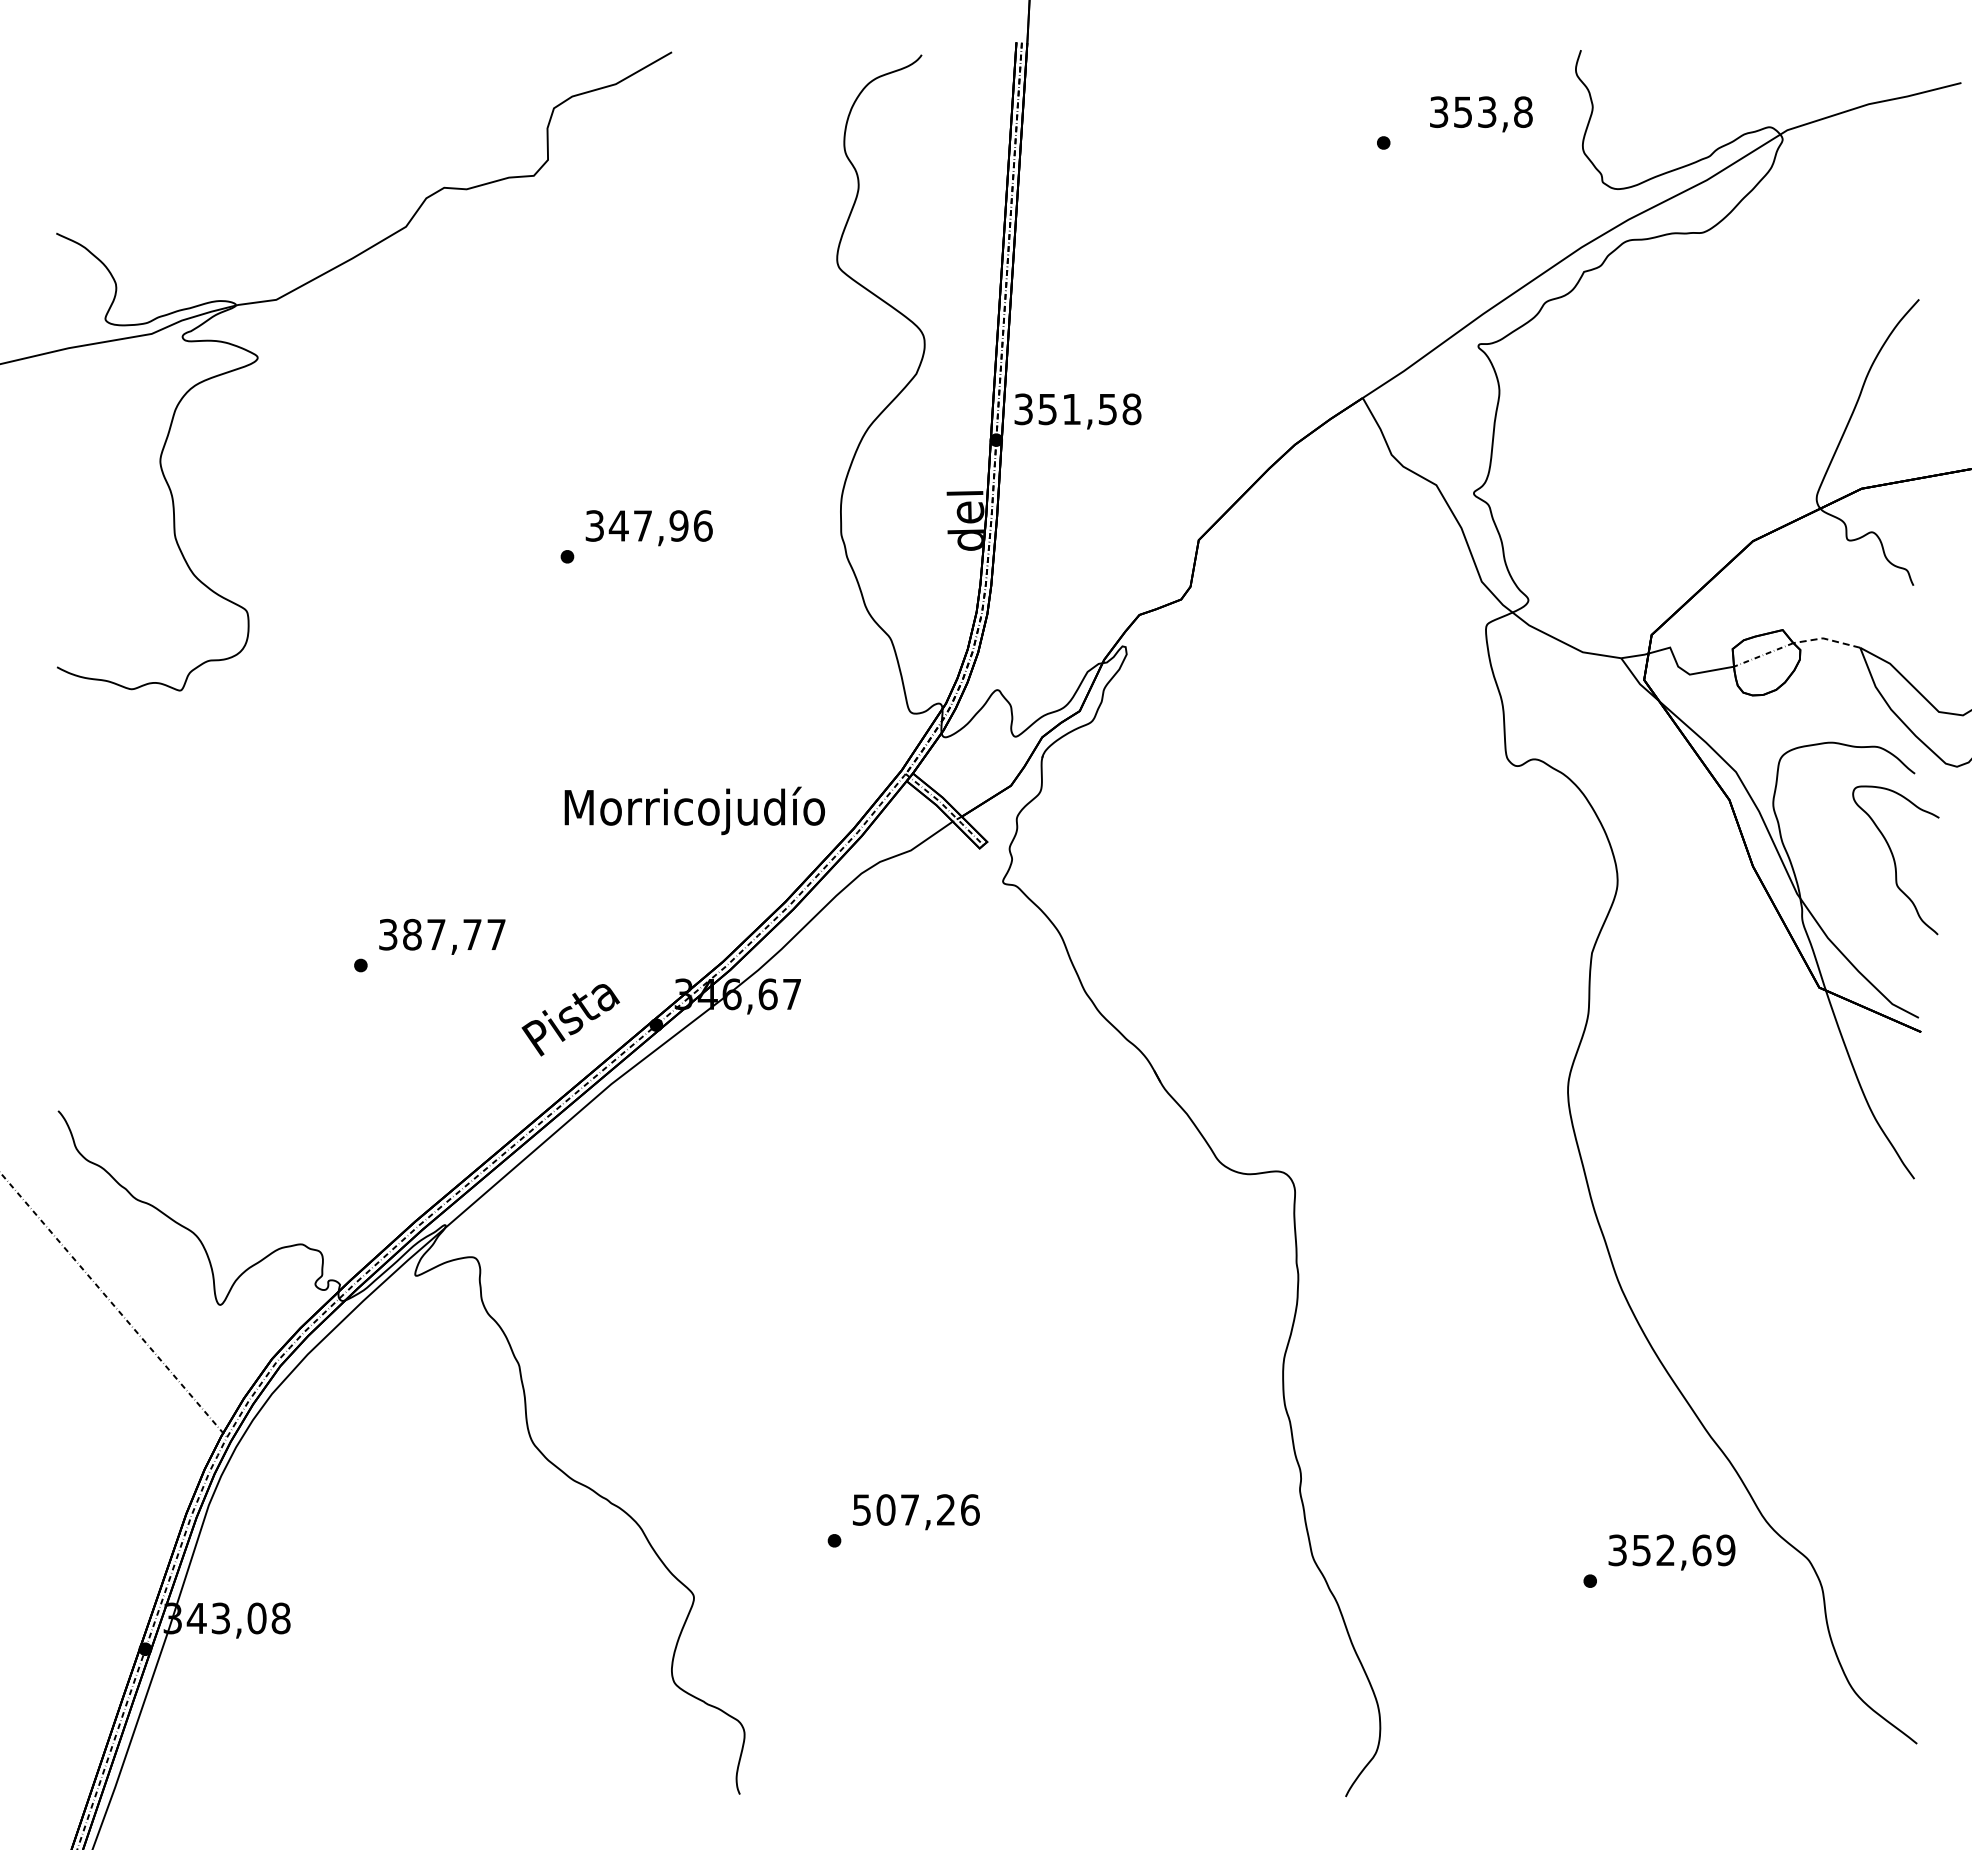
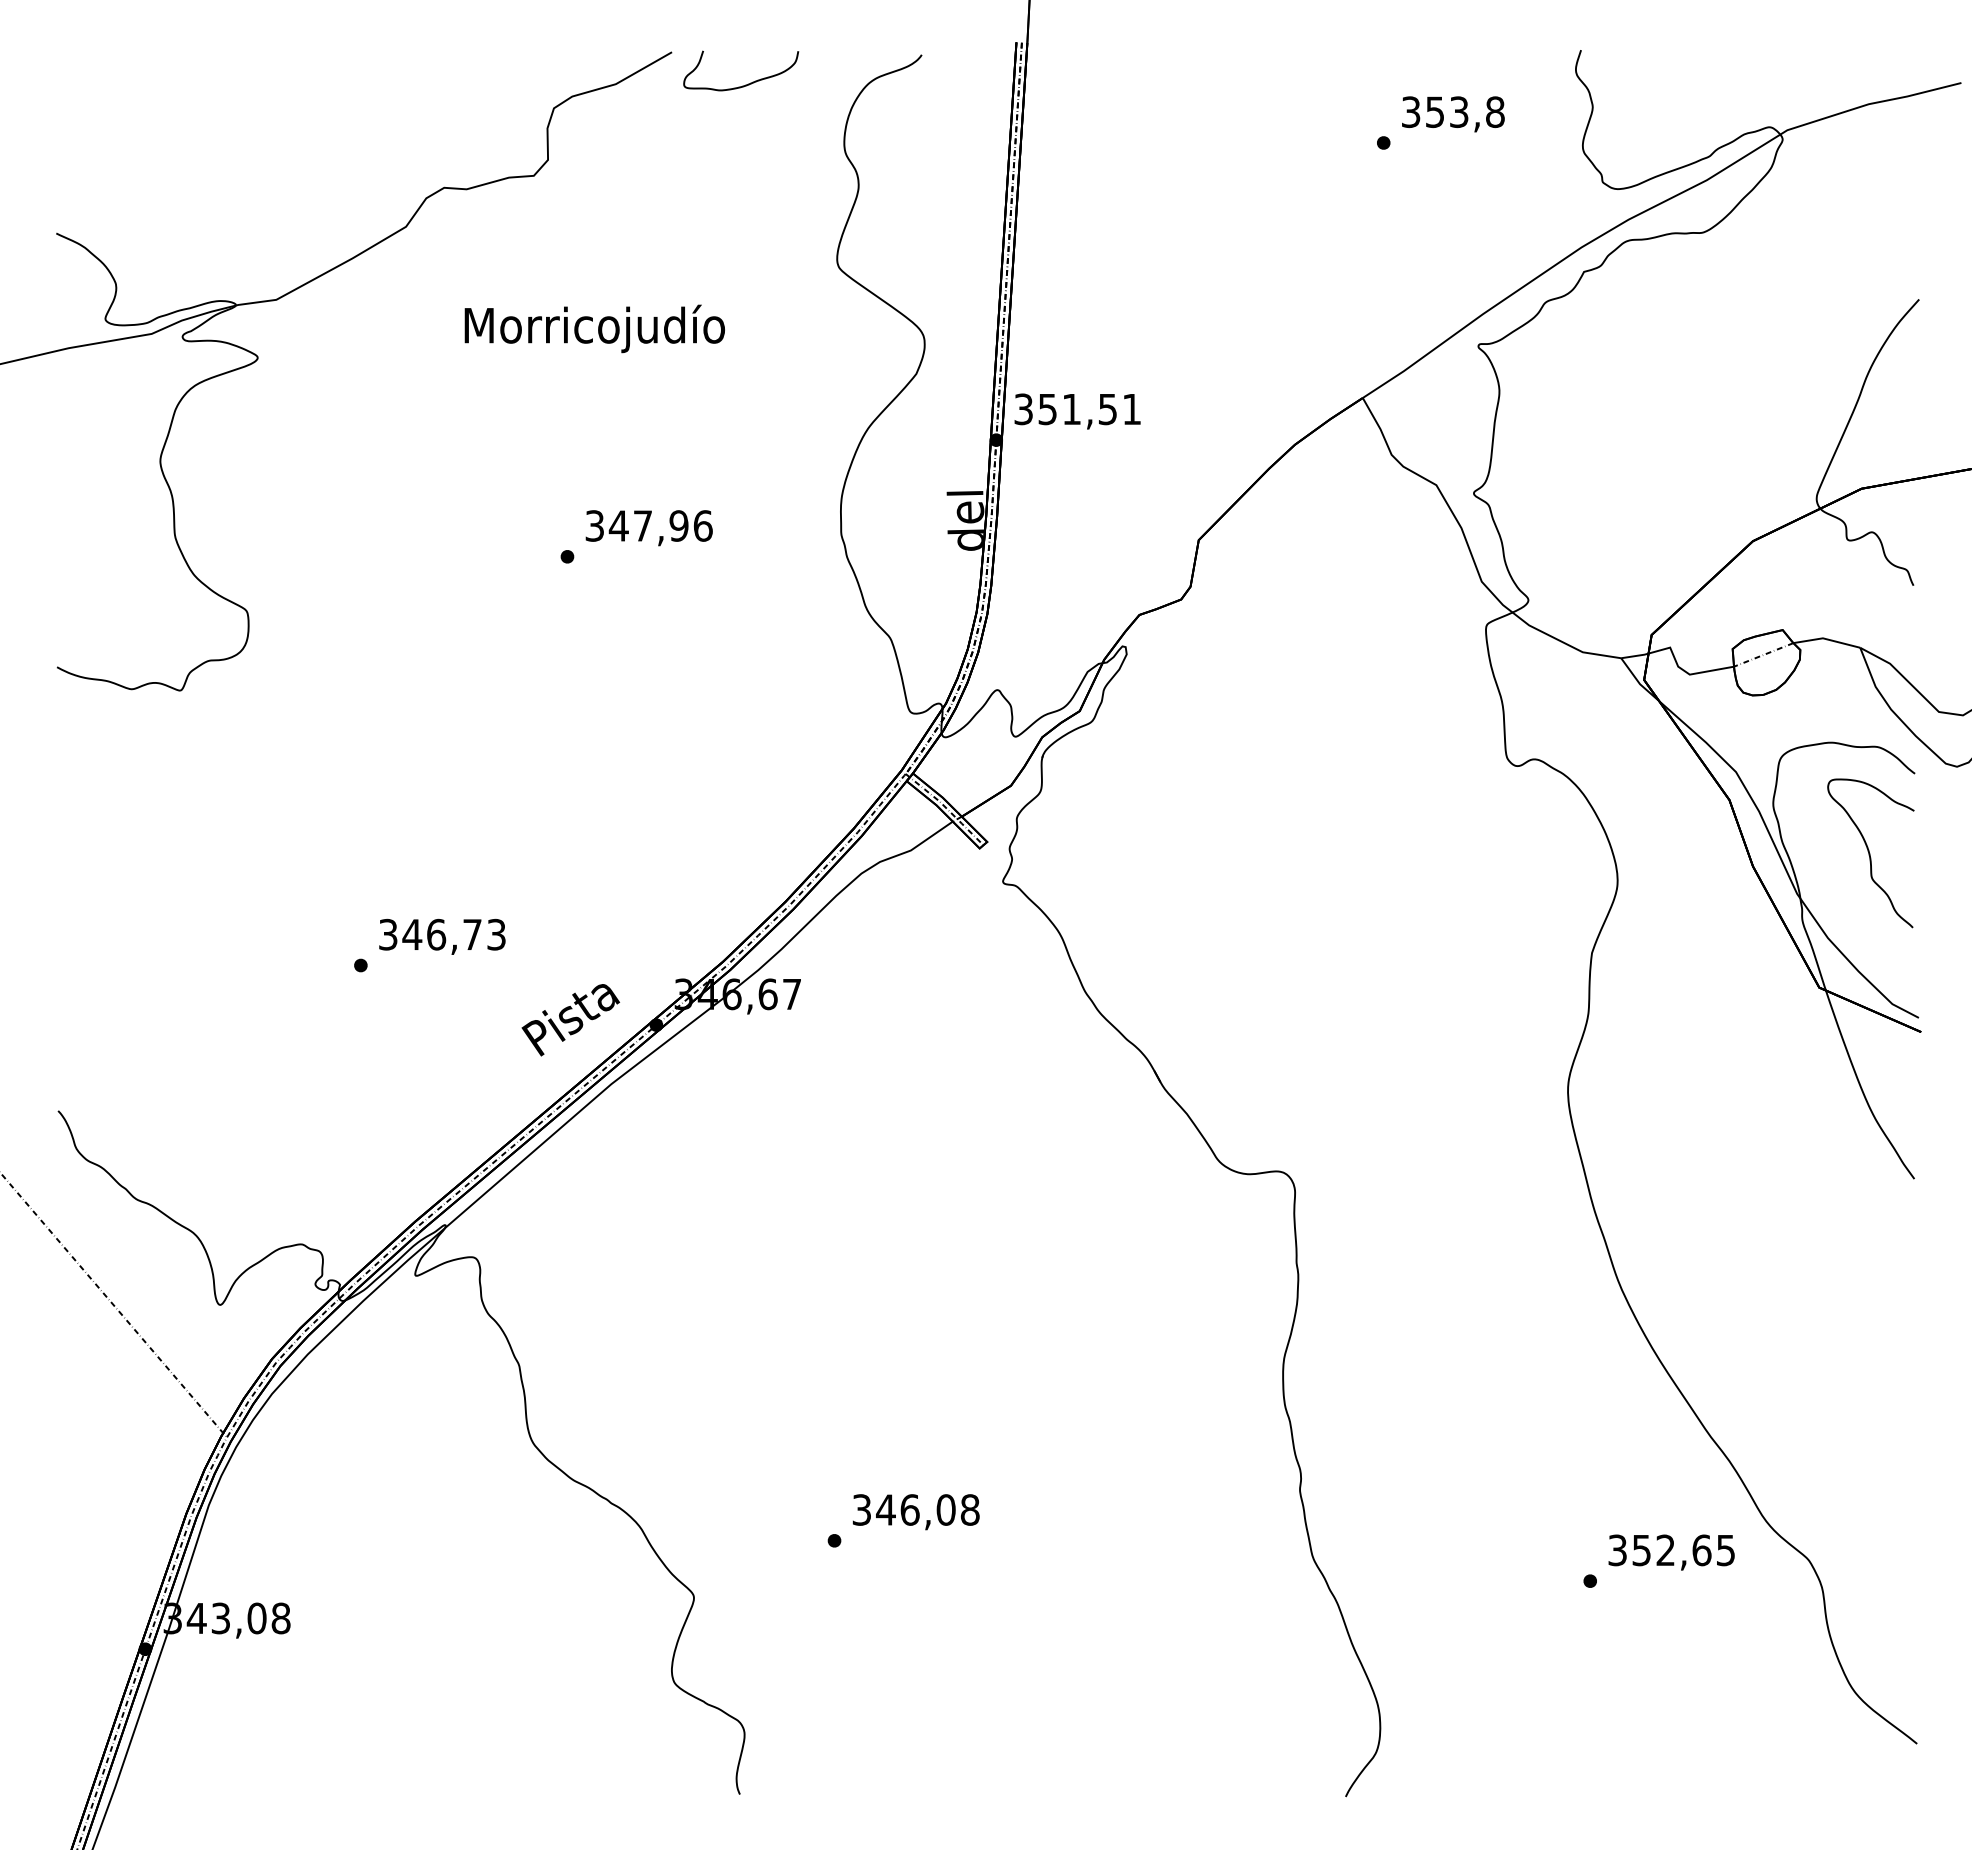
curve at (745, 84): none -> present
text at (1481, 114) position: (1481, 114) -> (1453, 114)
text at (1131, 409): 351,58 -> 351,51
line at (1826, 639): dashed -> solid
text at (694, 810) position: (694, 810) -> (594, 328)
curve at (1895, 860) position: (1895, 860) -> (1870, 853)
text at (453, 934): 387,77 -> 346,73
text at (916, 1509): 507,26 -> 346,08
text at (1725, 1550): 352,69 -> 352,65
